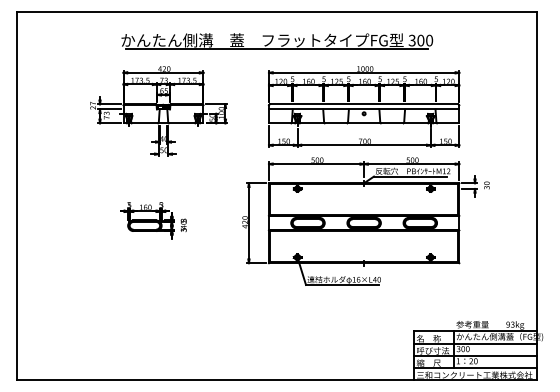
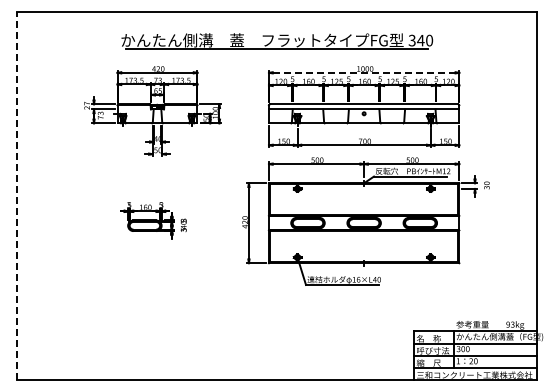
text at (420, 40): 300 -> 340
line at (364, 72): solid -> dashed
part at (158, 111) position: (158, 111) -> (152, 111)
line at (16, 195): solid -> dashed
